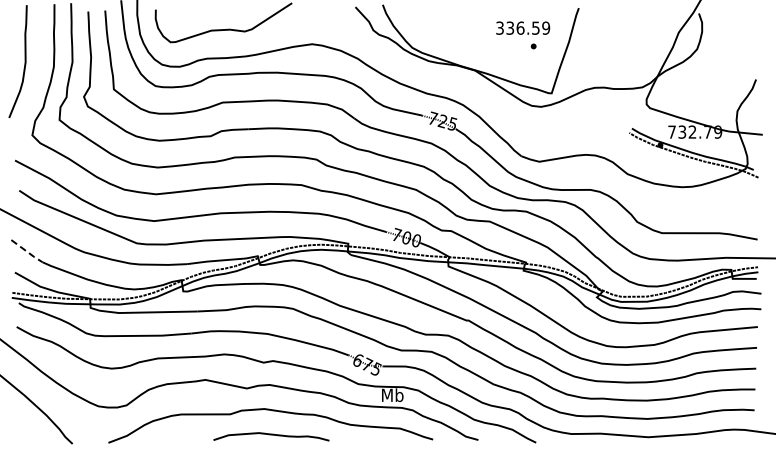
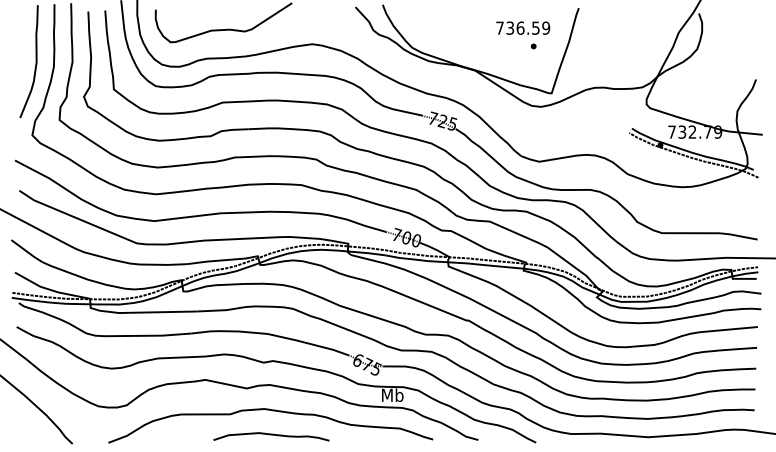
text at (499, 27): 336.59 -> 736.59
curve at (24, 61) position: (24, 61) -> (35, 61)
line at (27, 251): dashed -> solid
